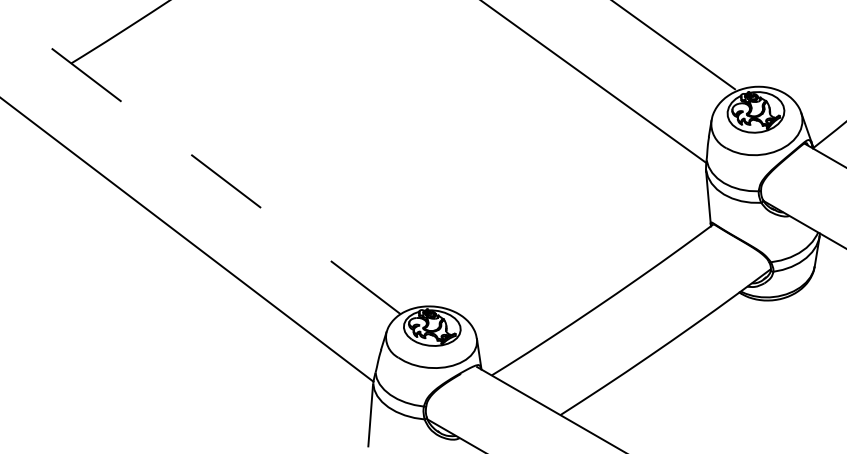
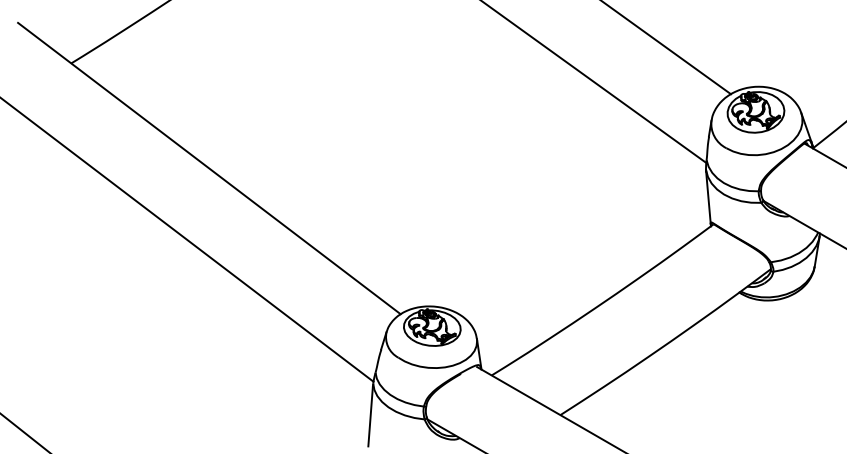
line at (674, 45) position: (674, 45) -> (667, 48)
line at (208, 168): dashed -> solid
line at (24, 432): none -> present
